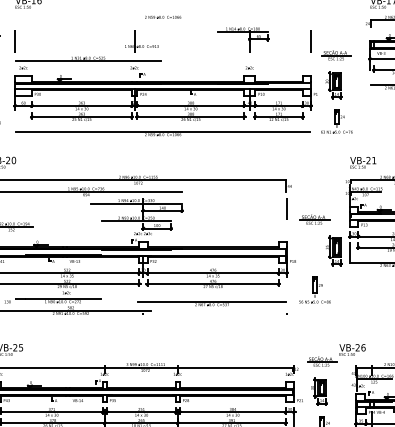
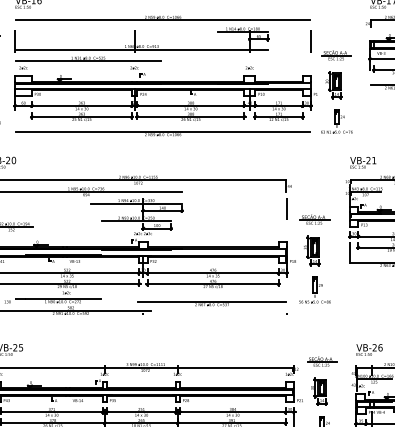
line at (163, 20): none -> present
line at (141, 49): none -> present
part at (334, 250) position: (334, 250) -> (312, 250)
text at (352, 349) position: (352, 349) -> (369, 349)
